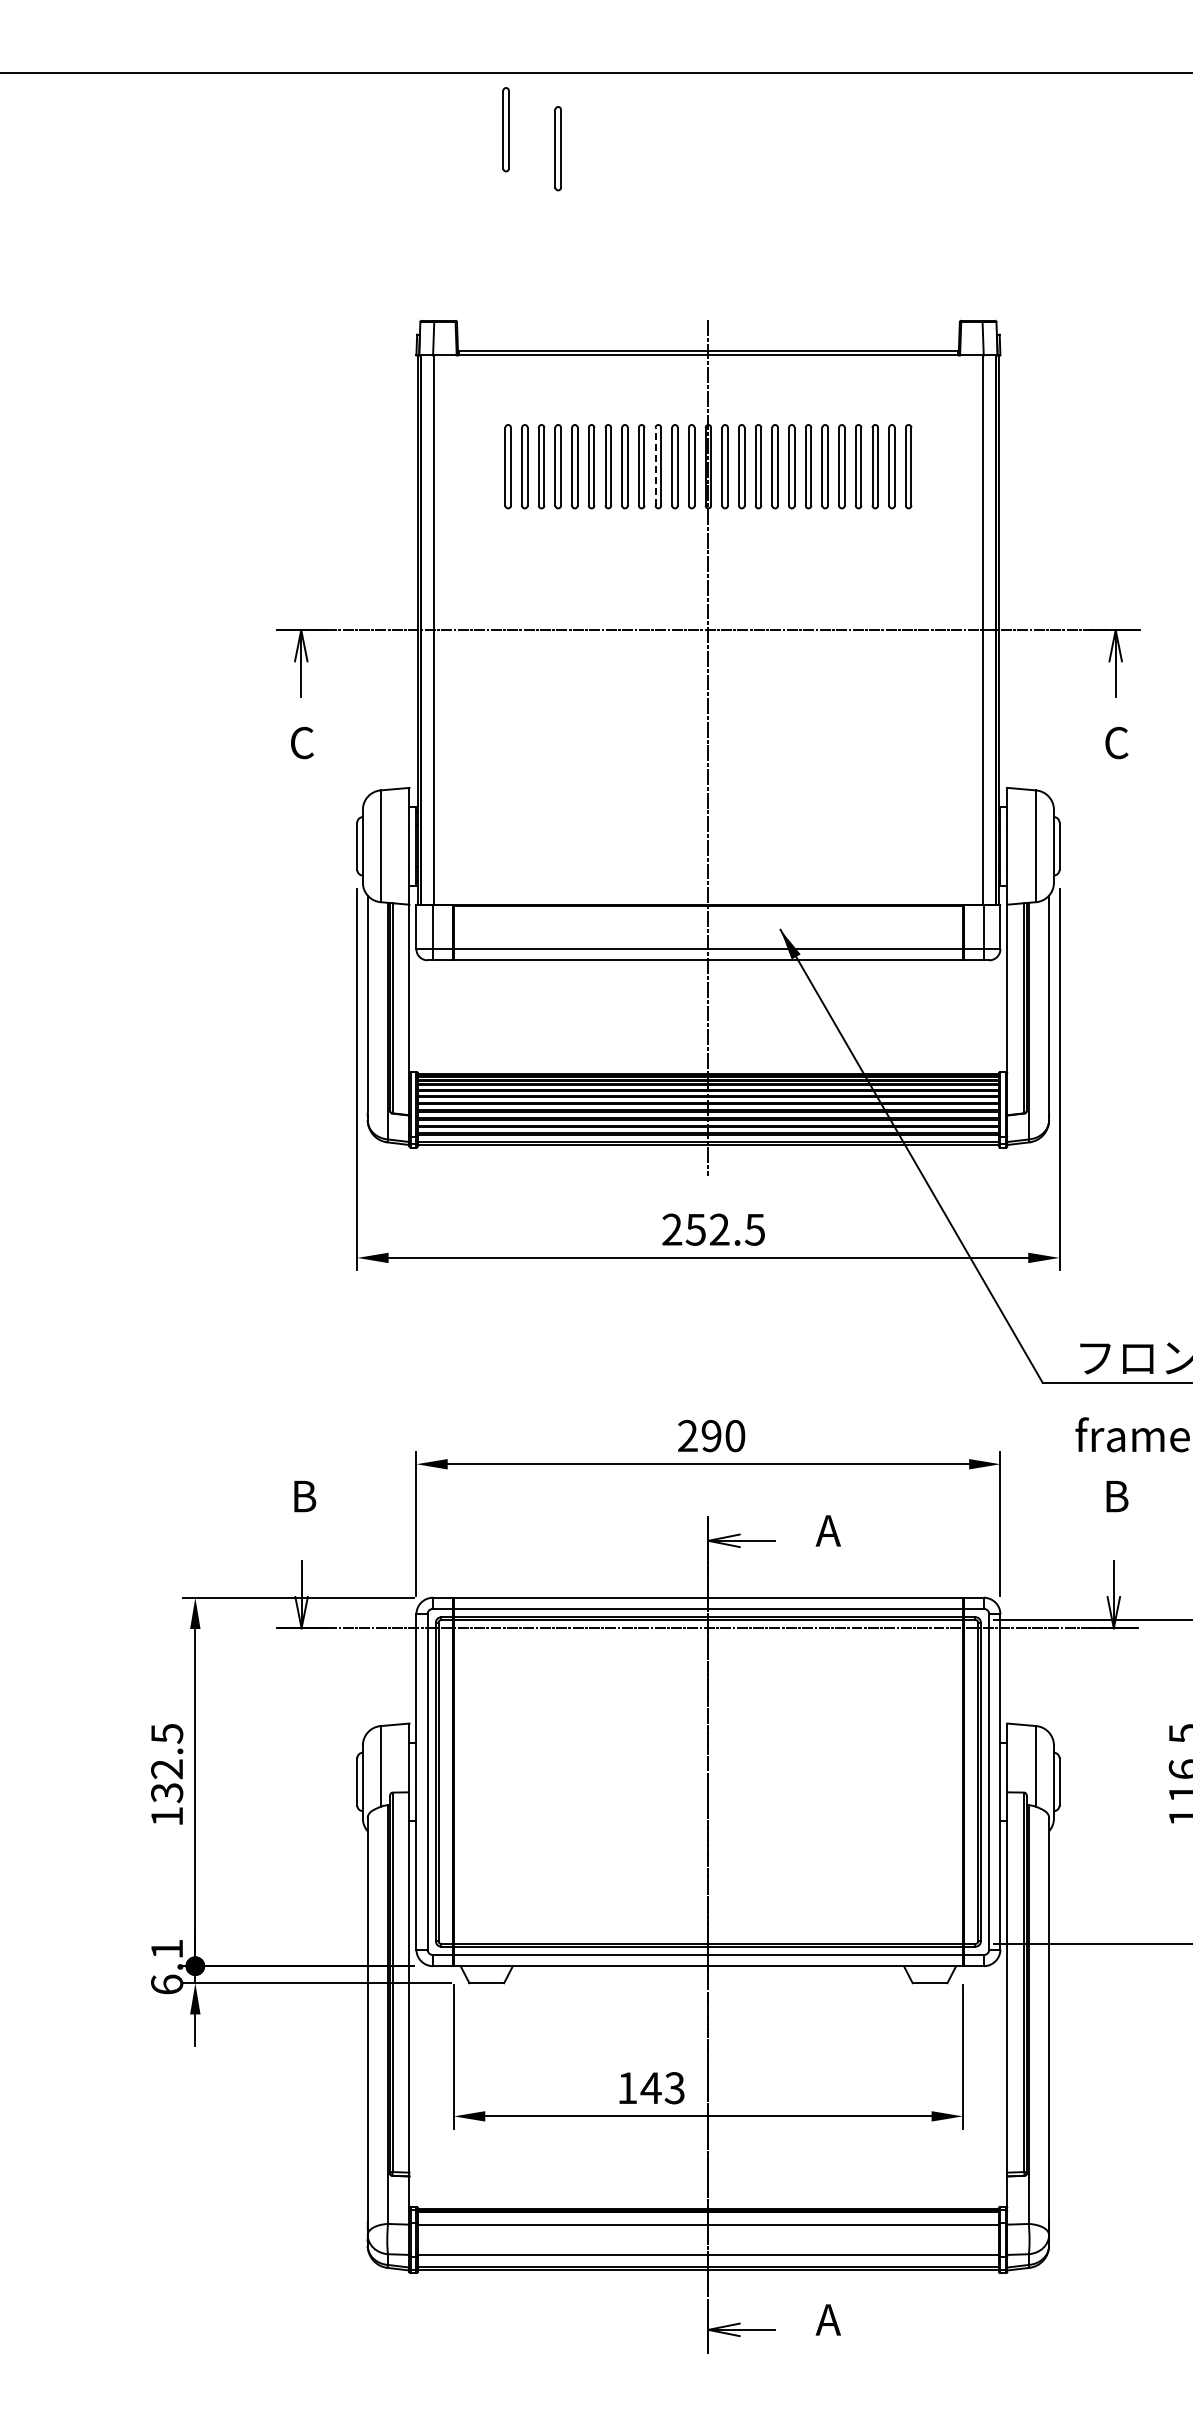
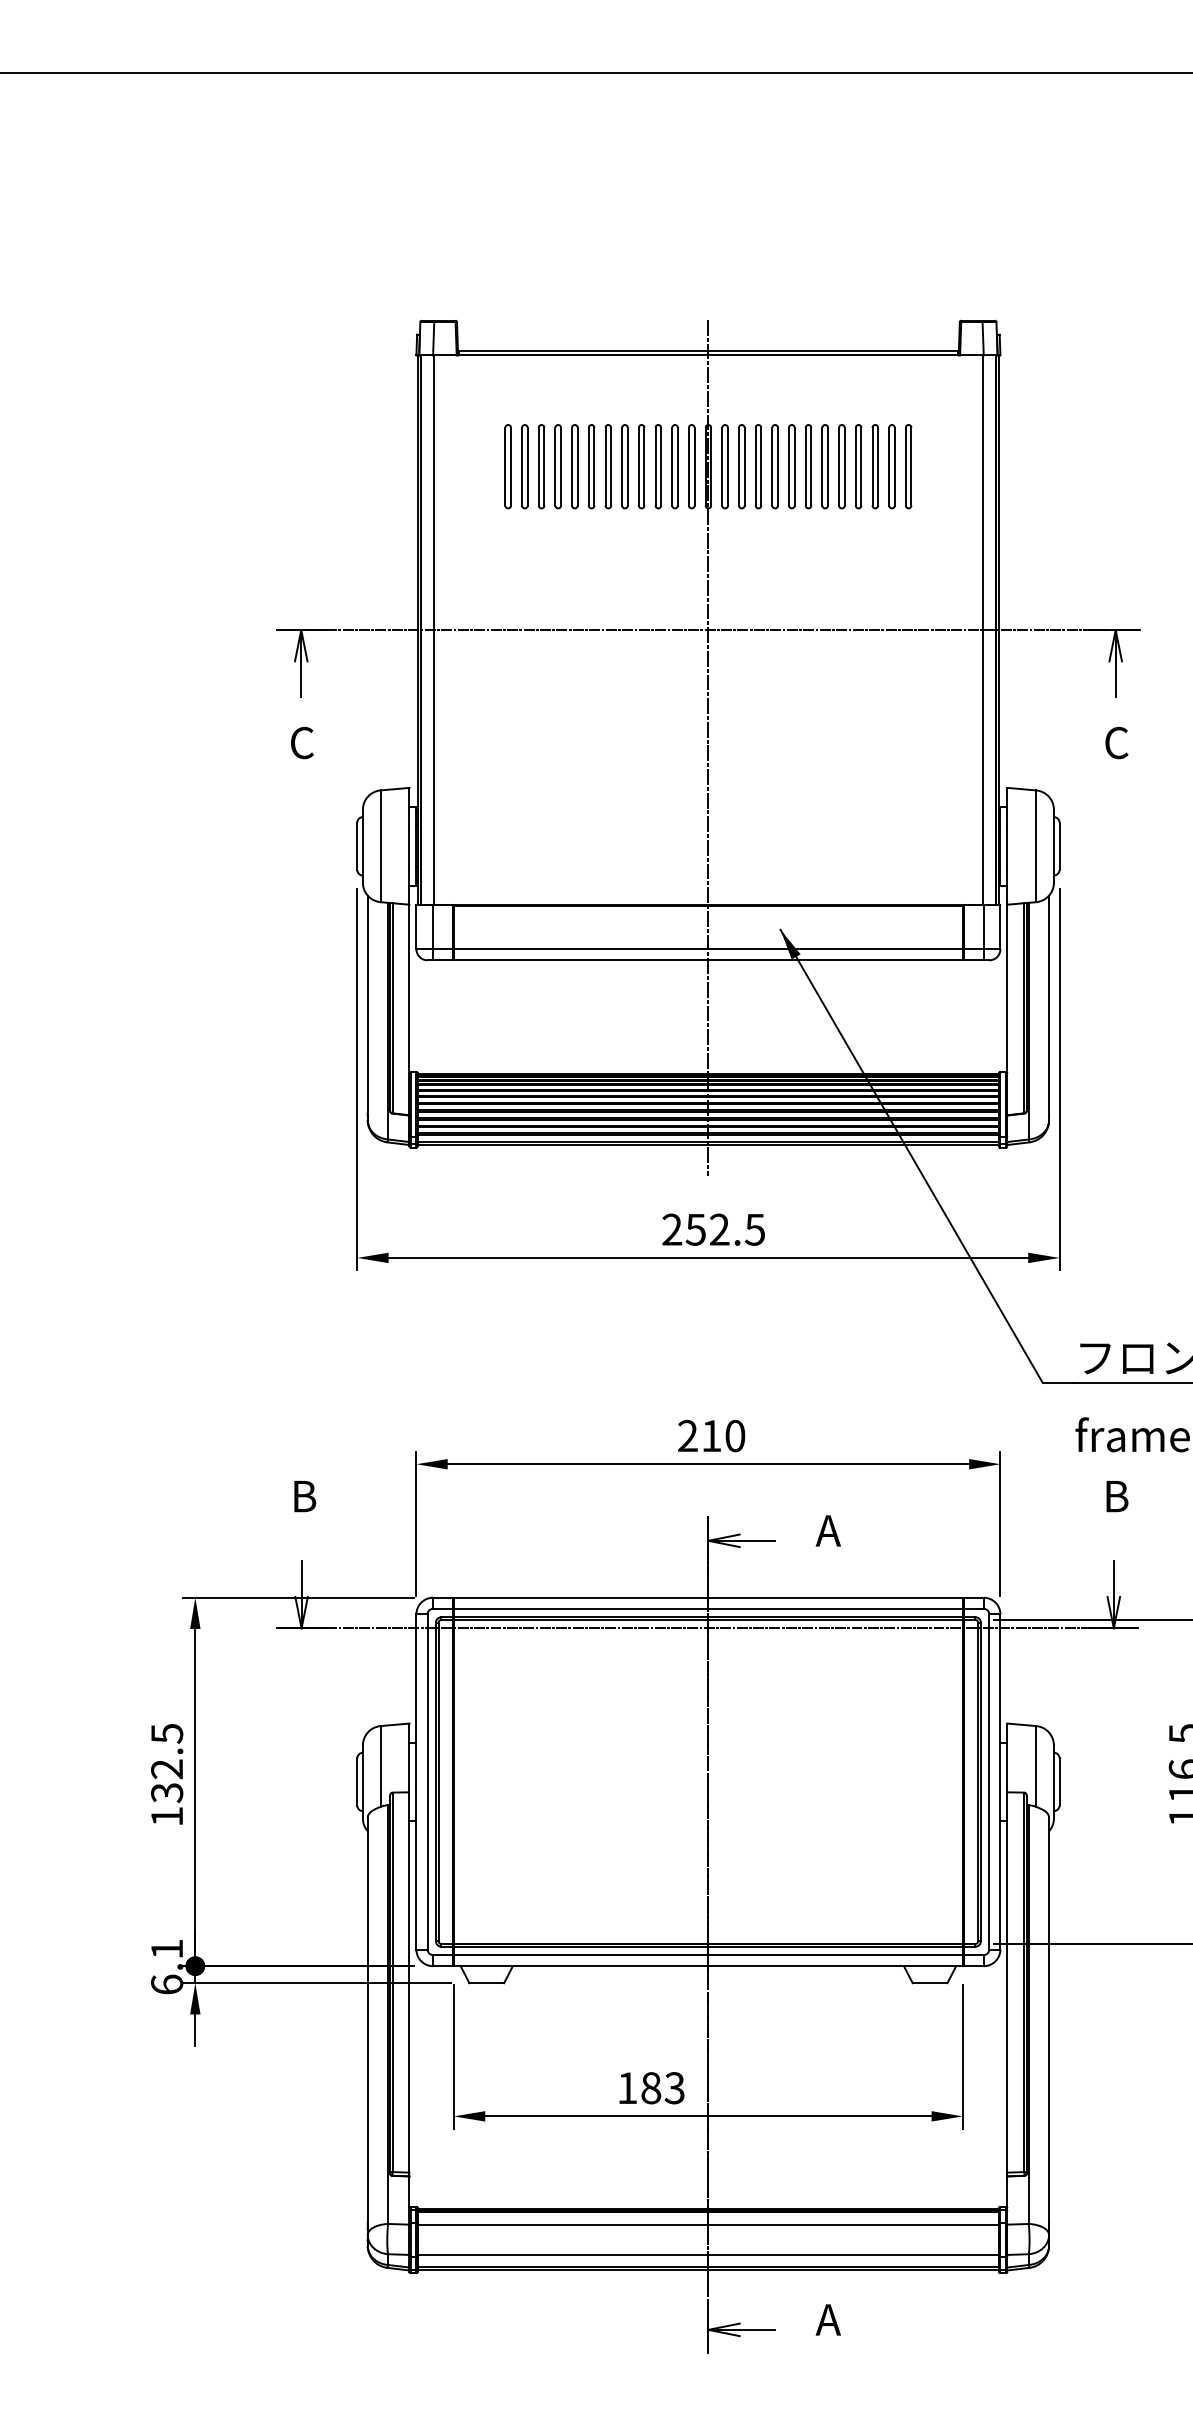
part at (505, 129): present -> none
part at (557, 148): present -> none
line at (655, 466): dashed -> solid
text at (711, 1436): 290 -> 210
text at (650, 2088): 143 -> 183
